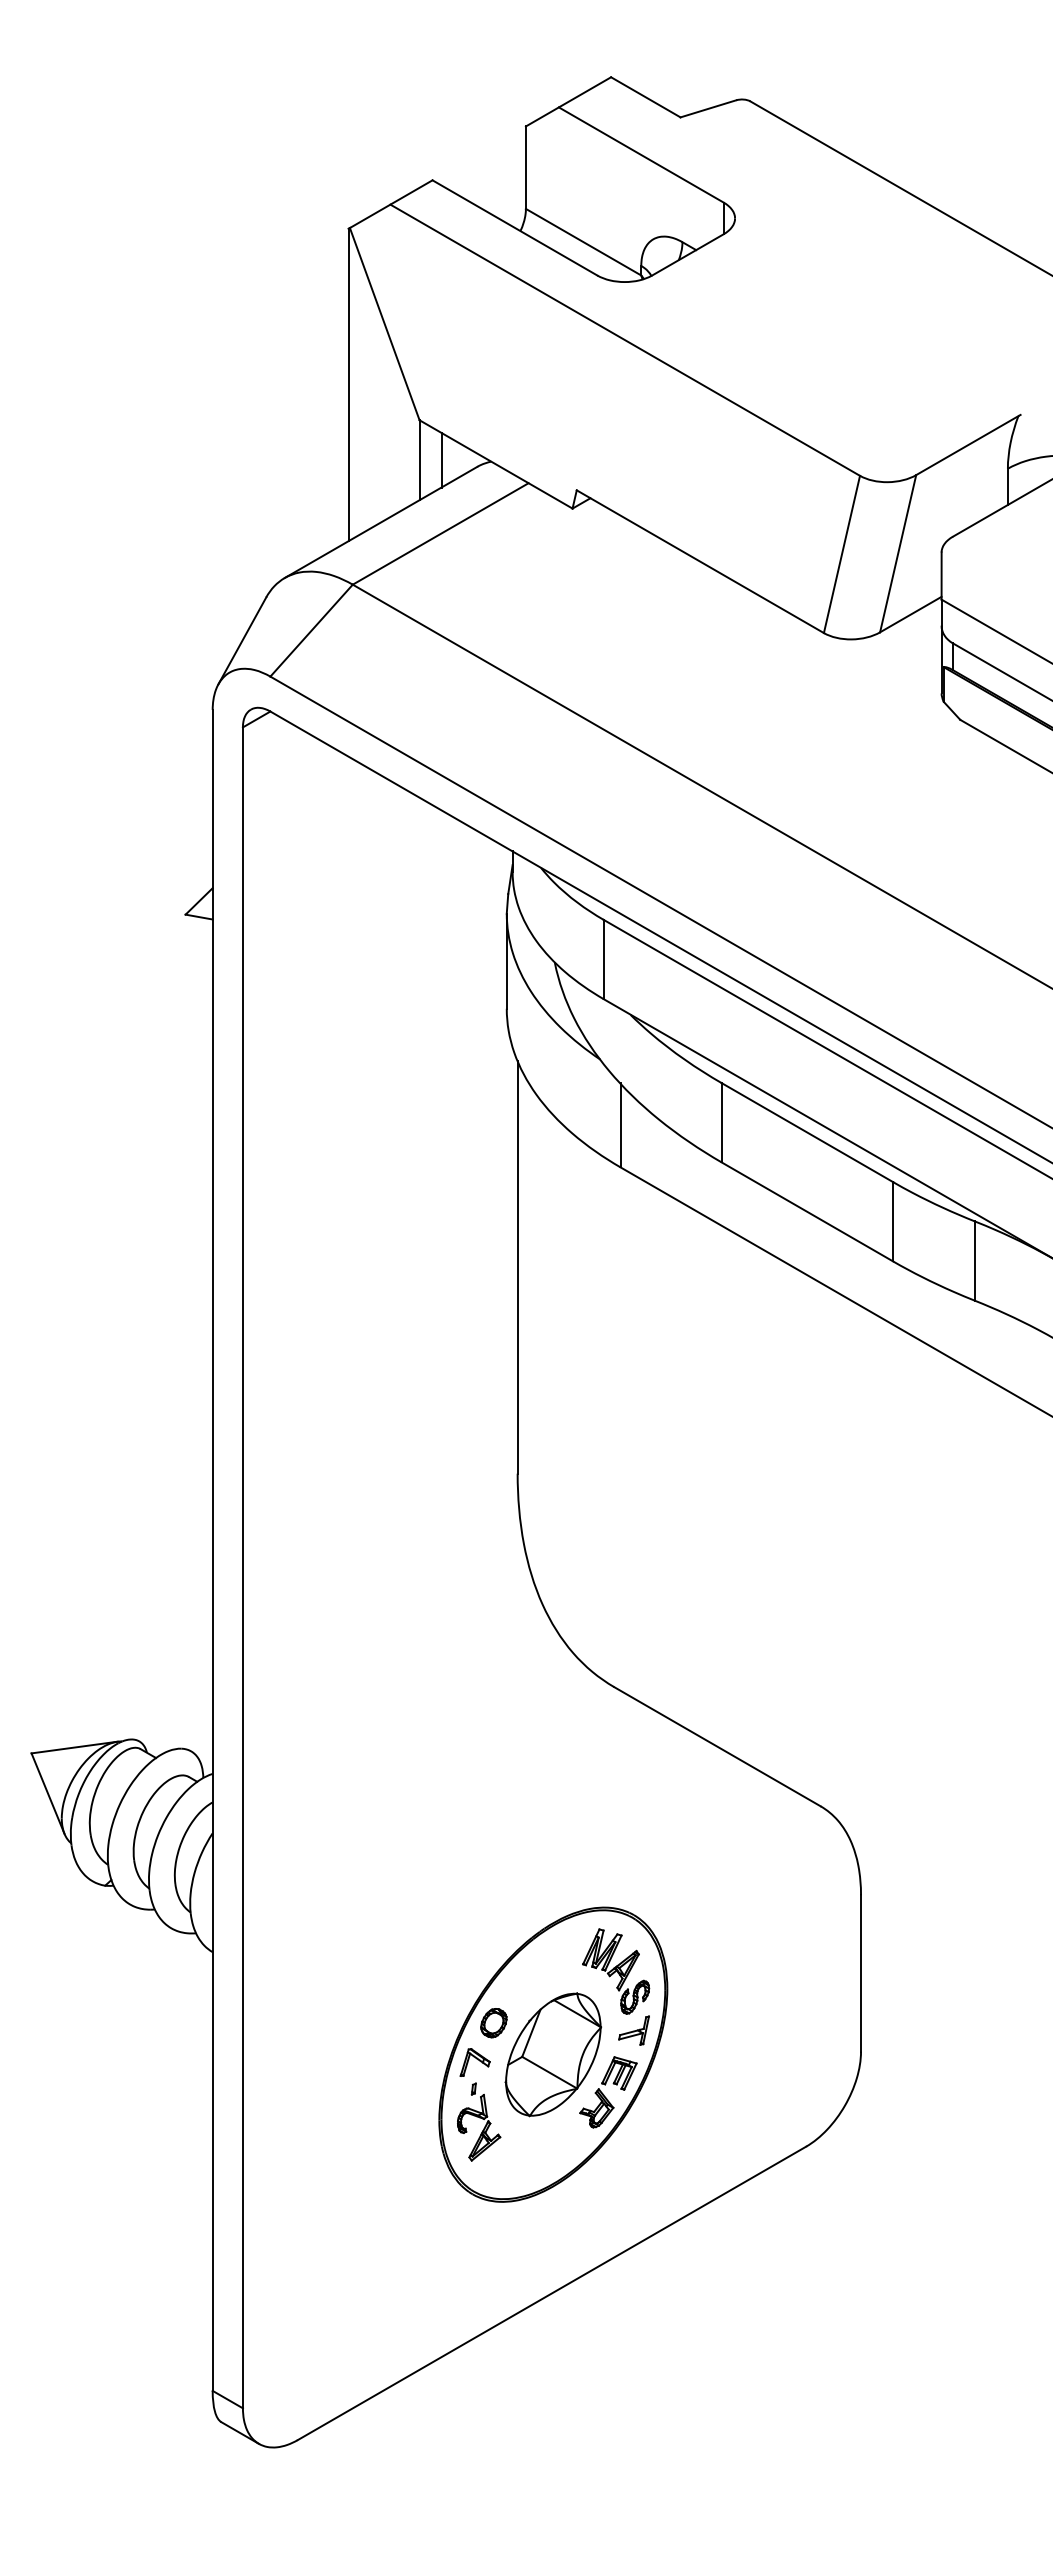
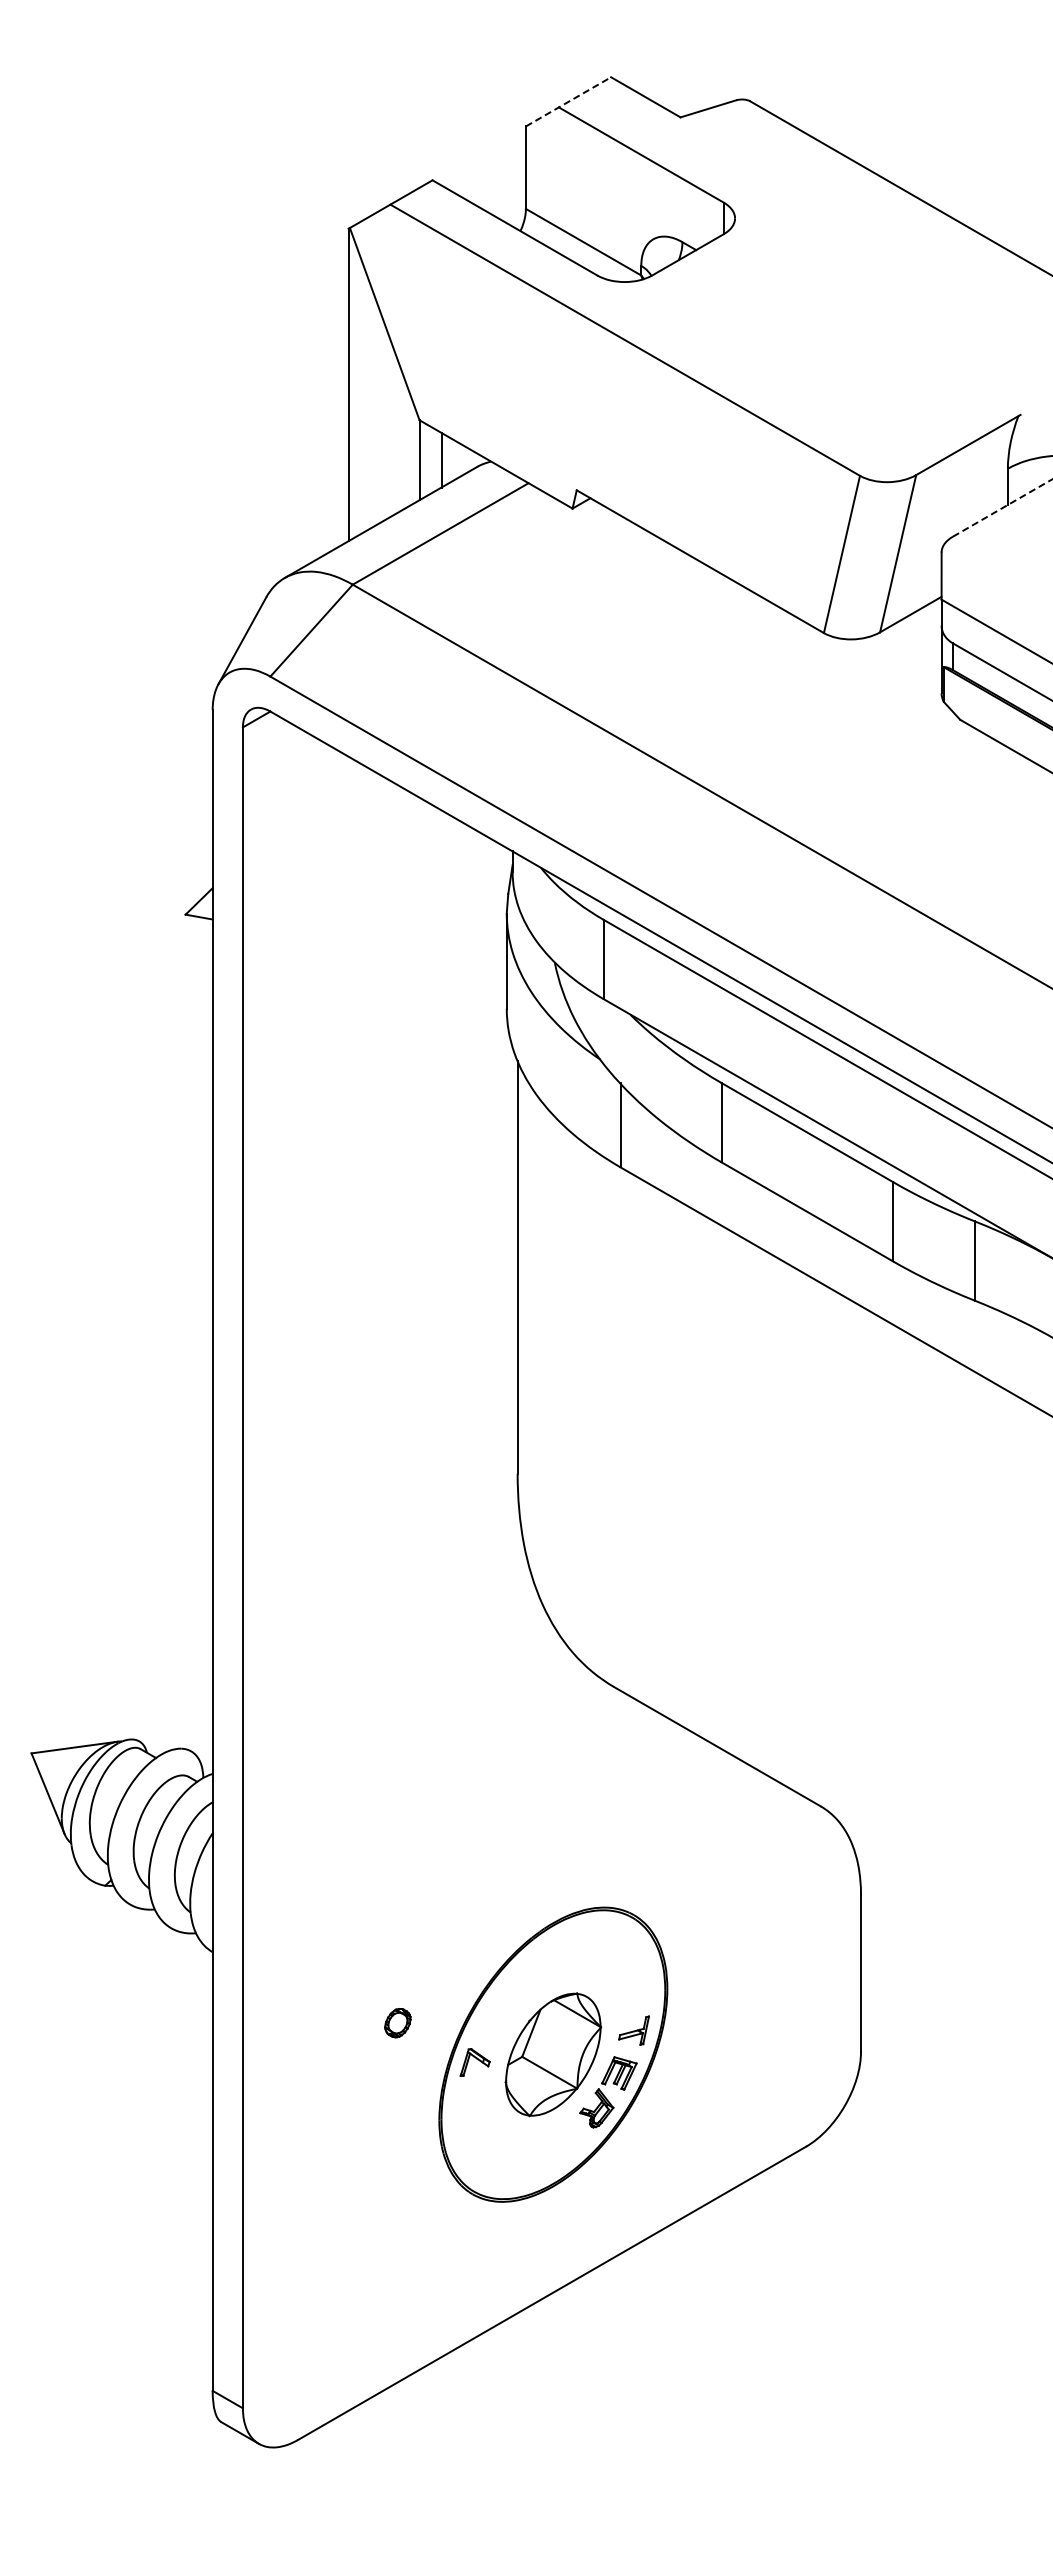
line at (568, 101): solid -> dashed
line at (1003, 507): solid -> dashed
part at (616, 1971): present -> none
part at (493, 2023) position: (493, 2023) -> (397, 2023)
part at (479, 2121): present -> none
